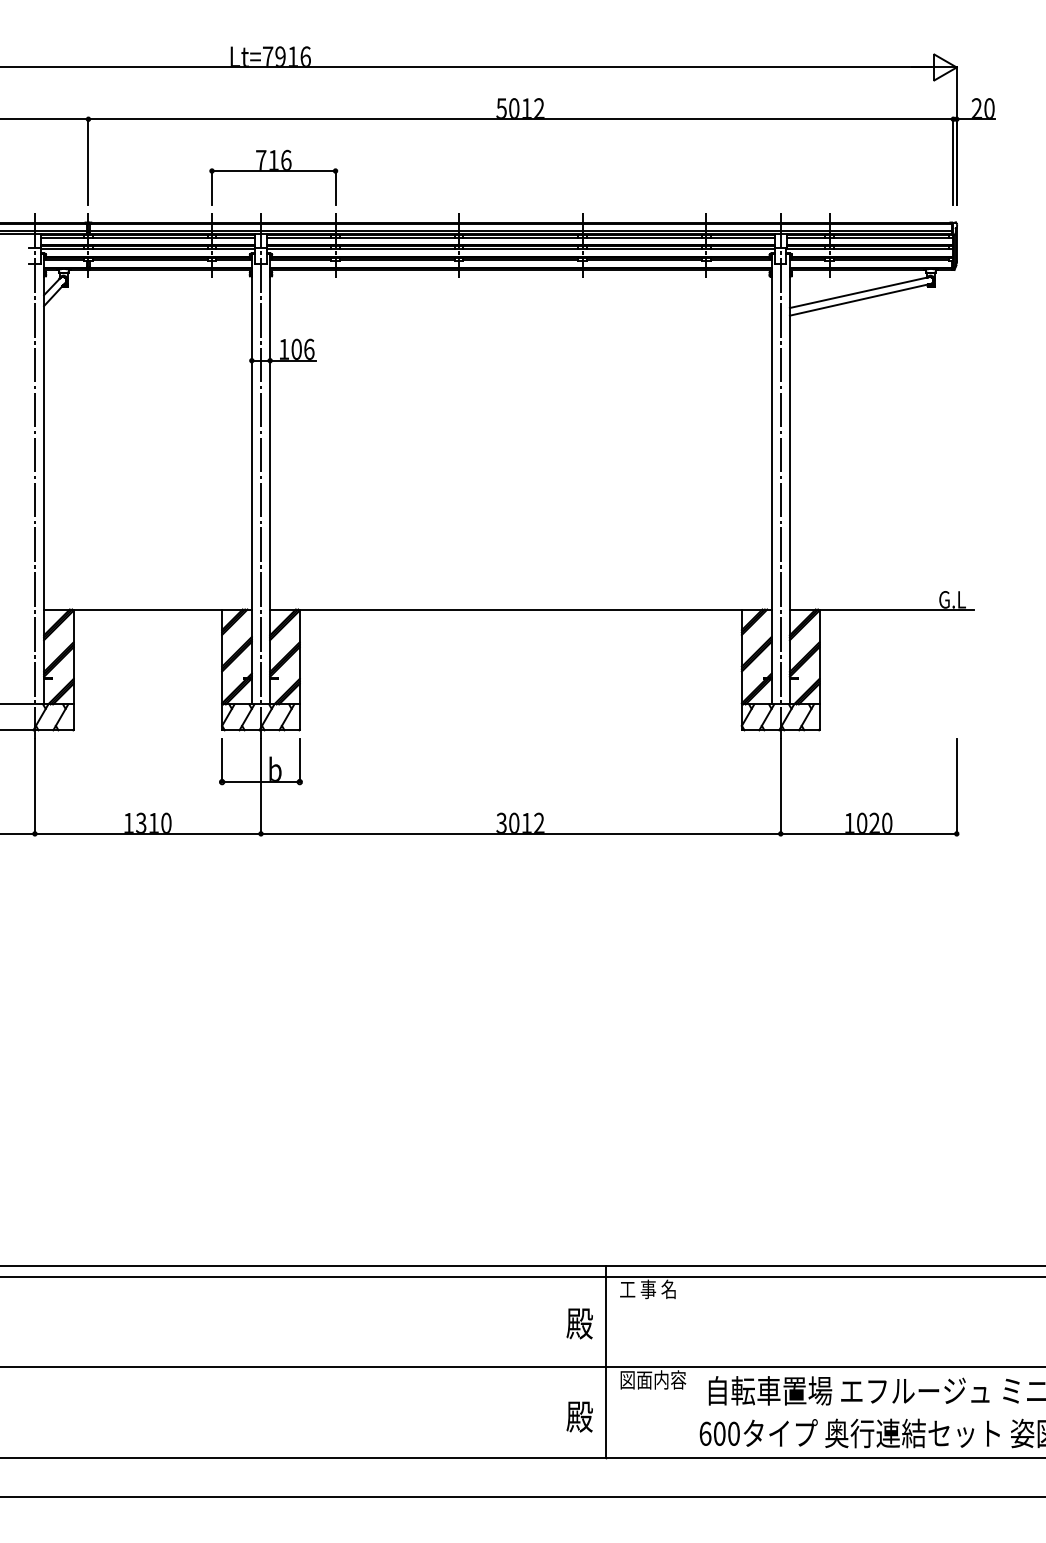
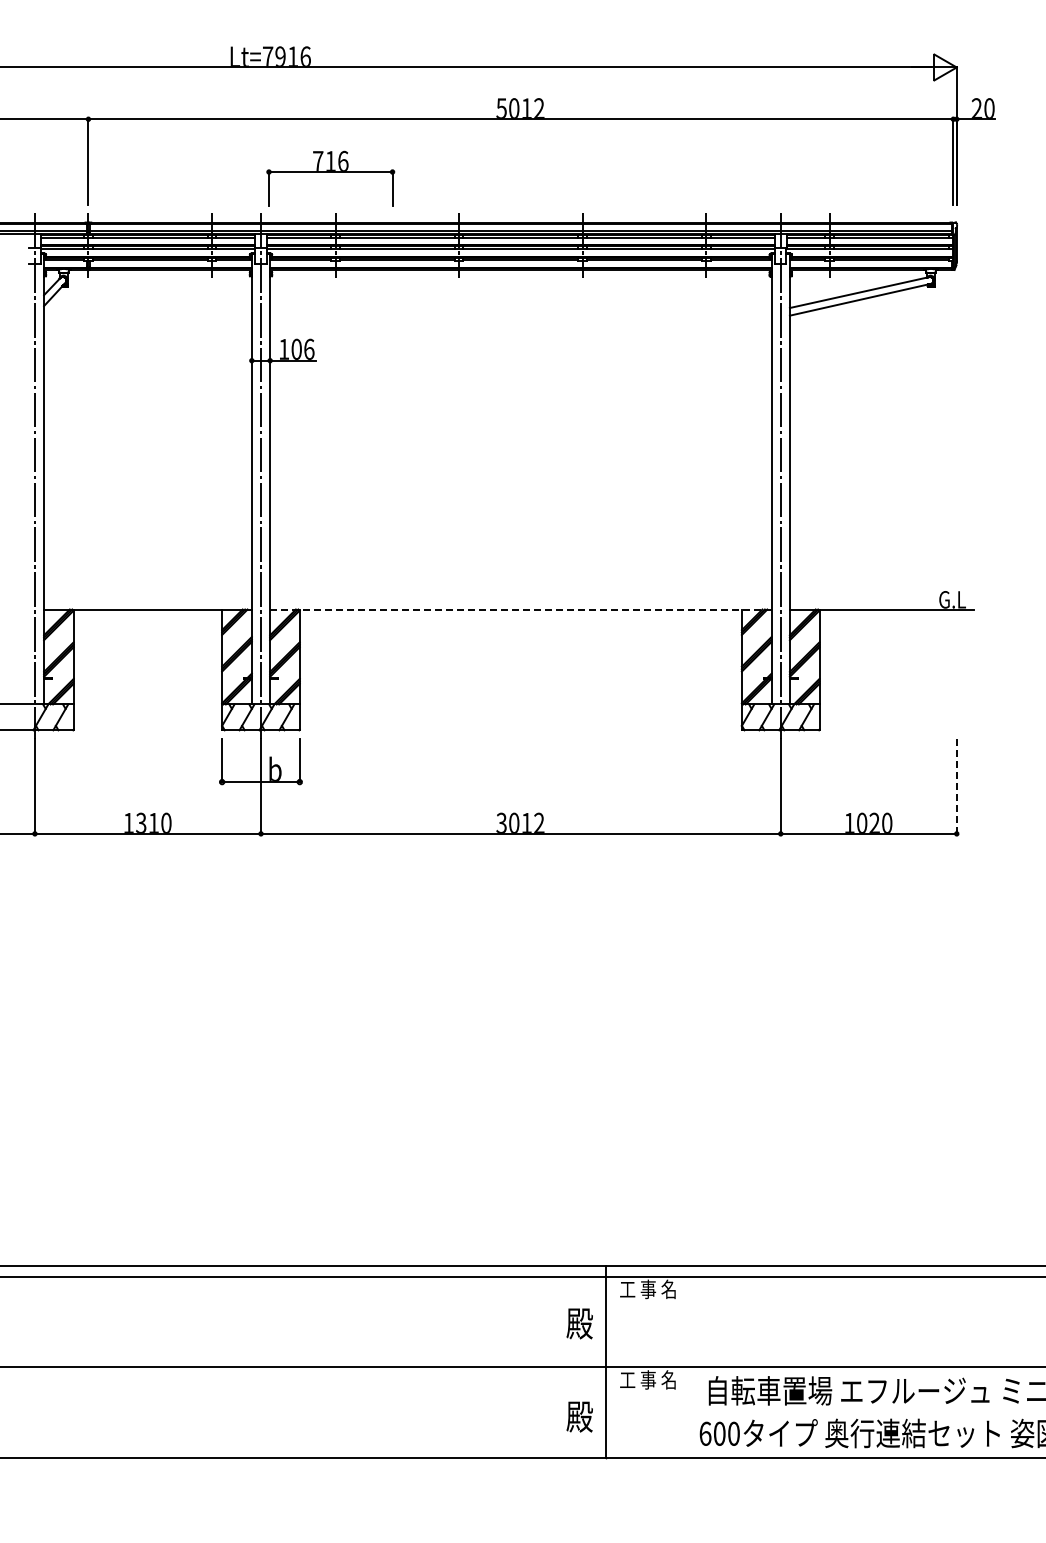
part at (273, 177) position: (273, 177) -> (330, 178)
line at (520, 609): solid -> dashed
line at (956, 787): solid -> dashed
text at (653, 1379): 図面内容 -> 工 事 名
line at (522, 1496): present -> none
